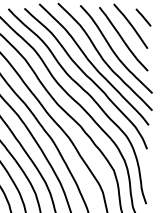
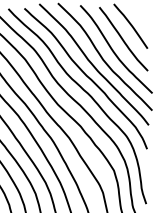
line at (143, 17): present -> none
